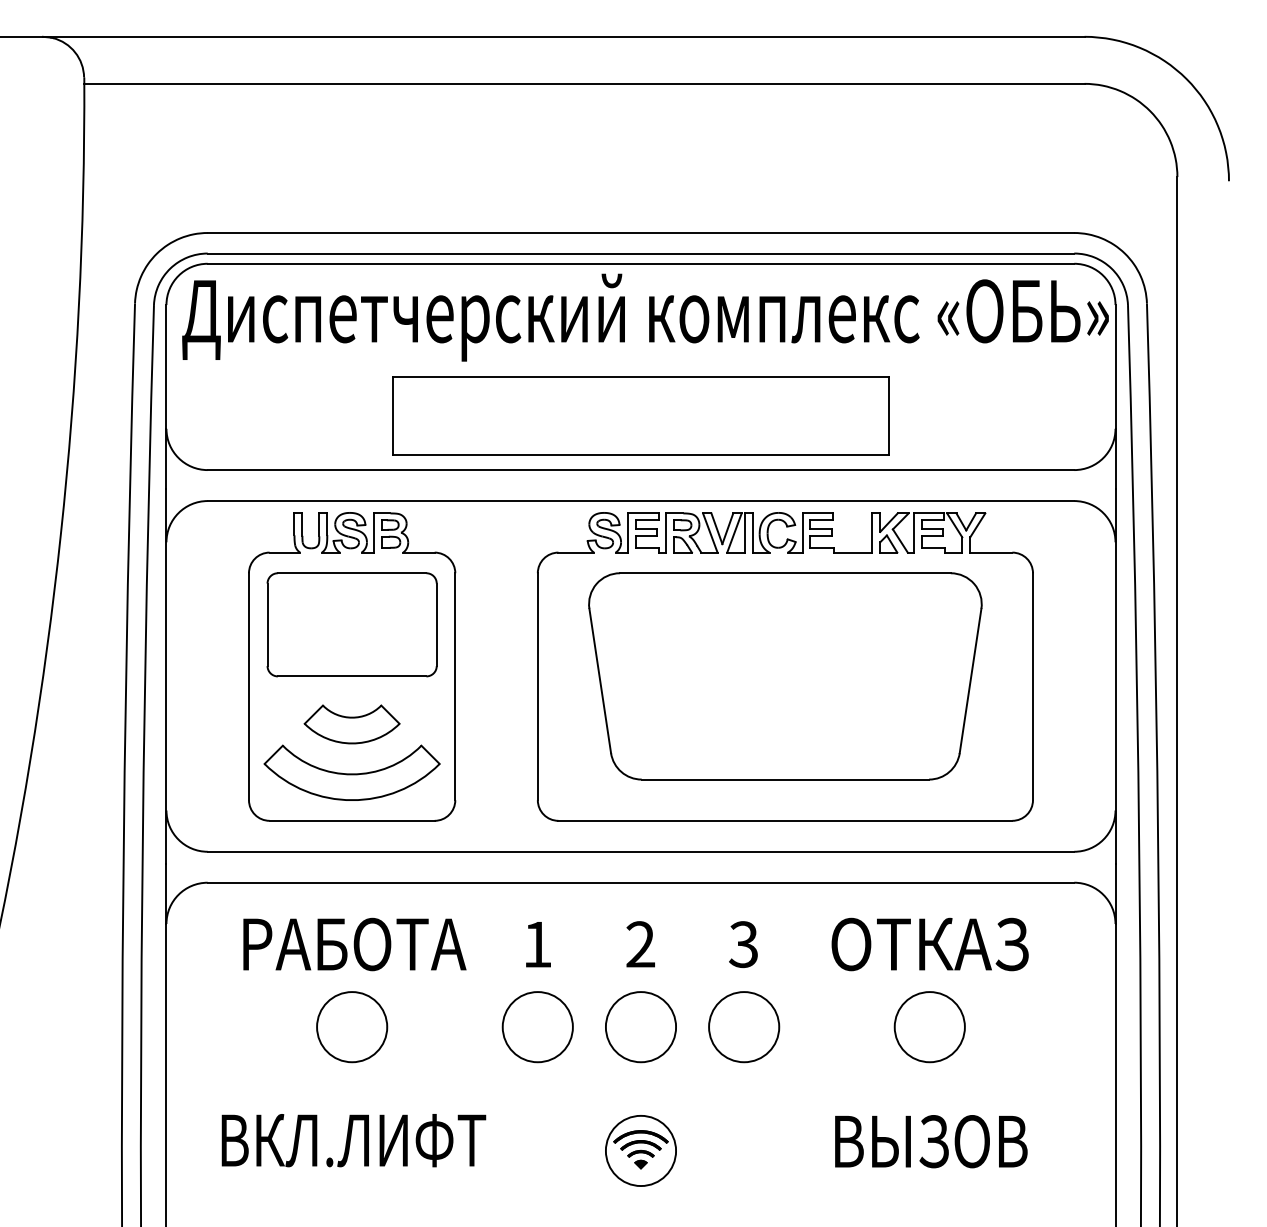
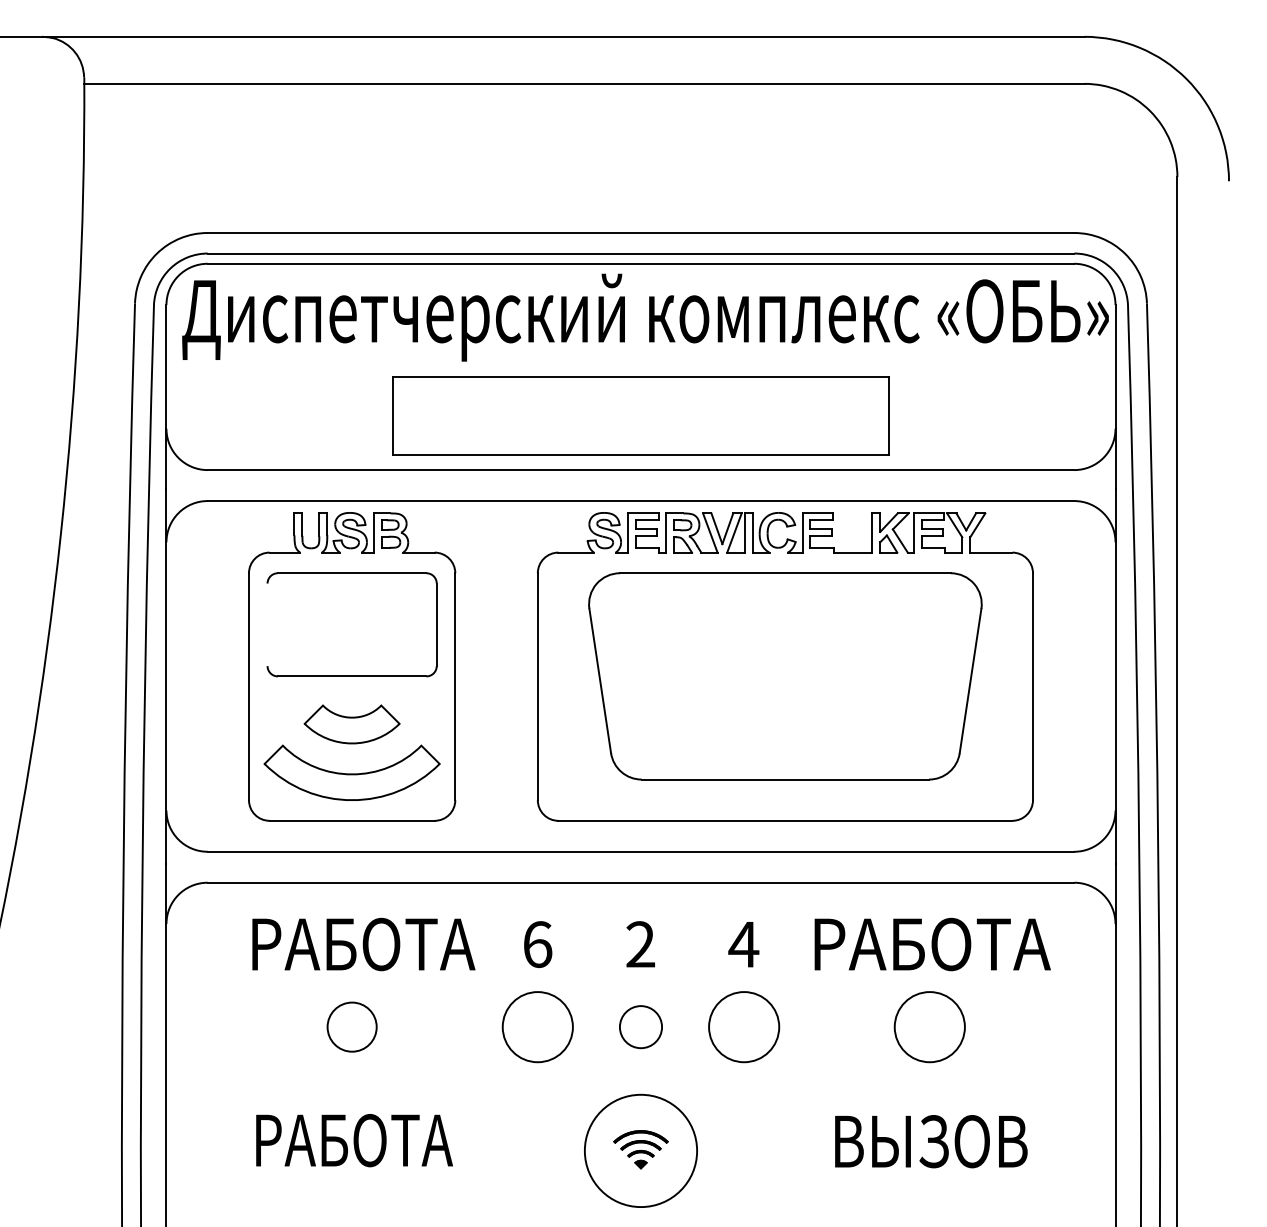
line at (267, 624): present -> none
text at (354, 944) position: (354, 944) -> (363, 944)
text at (538, 944): 1 -> 6
text at (743, 944): 3 -> 4
text at (932, 944): ОТКАЗ -> РАБОТА
circle at (352, 1027) diameter: 70 px -> 49 px
circle at (640, 1027) diameter: 70 px -> 42 px
text at (353, 1140): ВКЛ.ЛИФТ -> РАБОТА
circle at (640, 1150) diameter: 70 px -> 112 px
